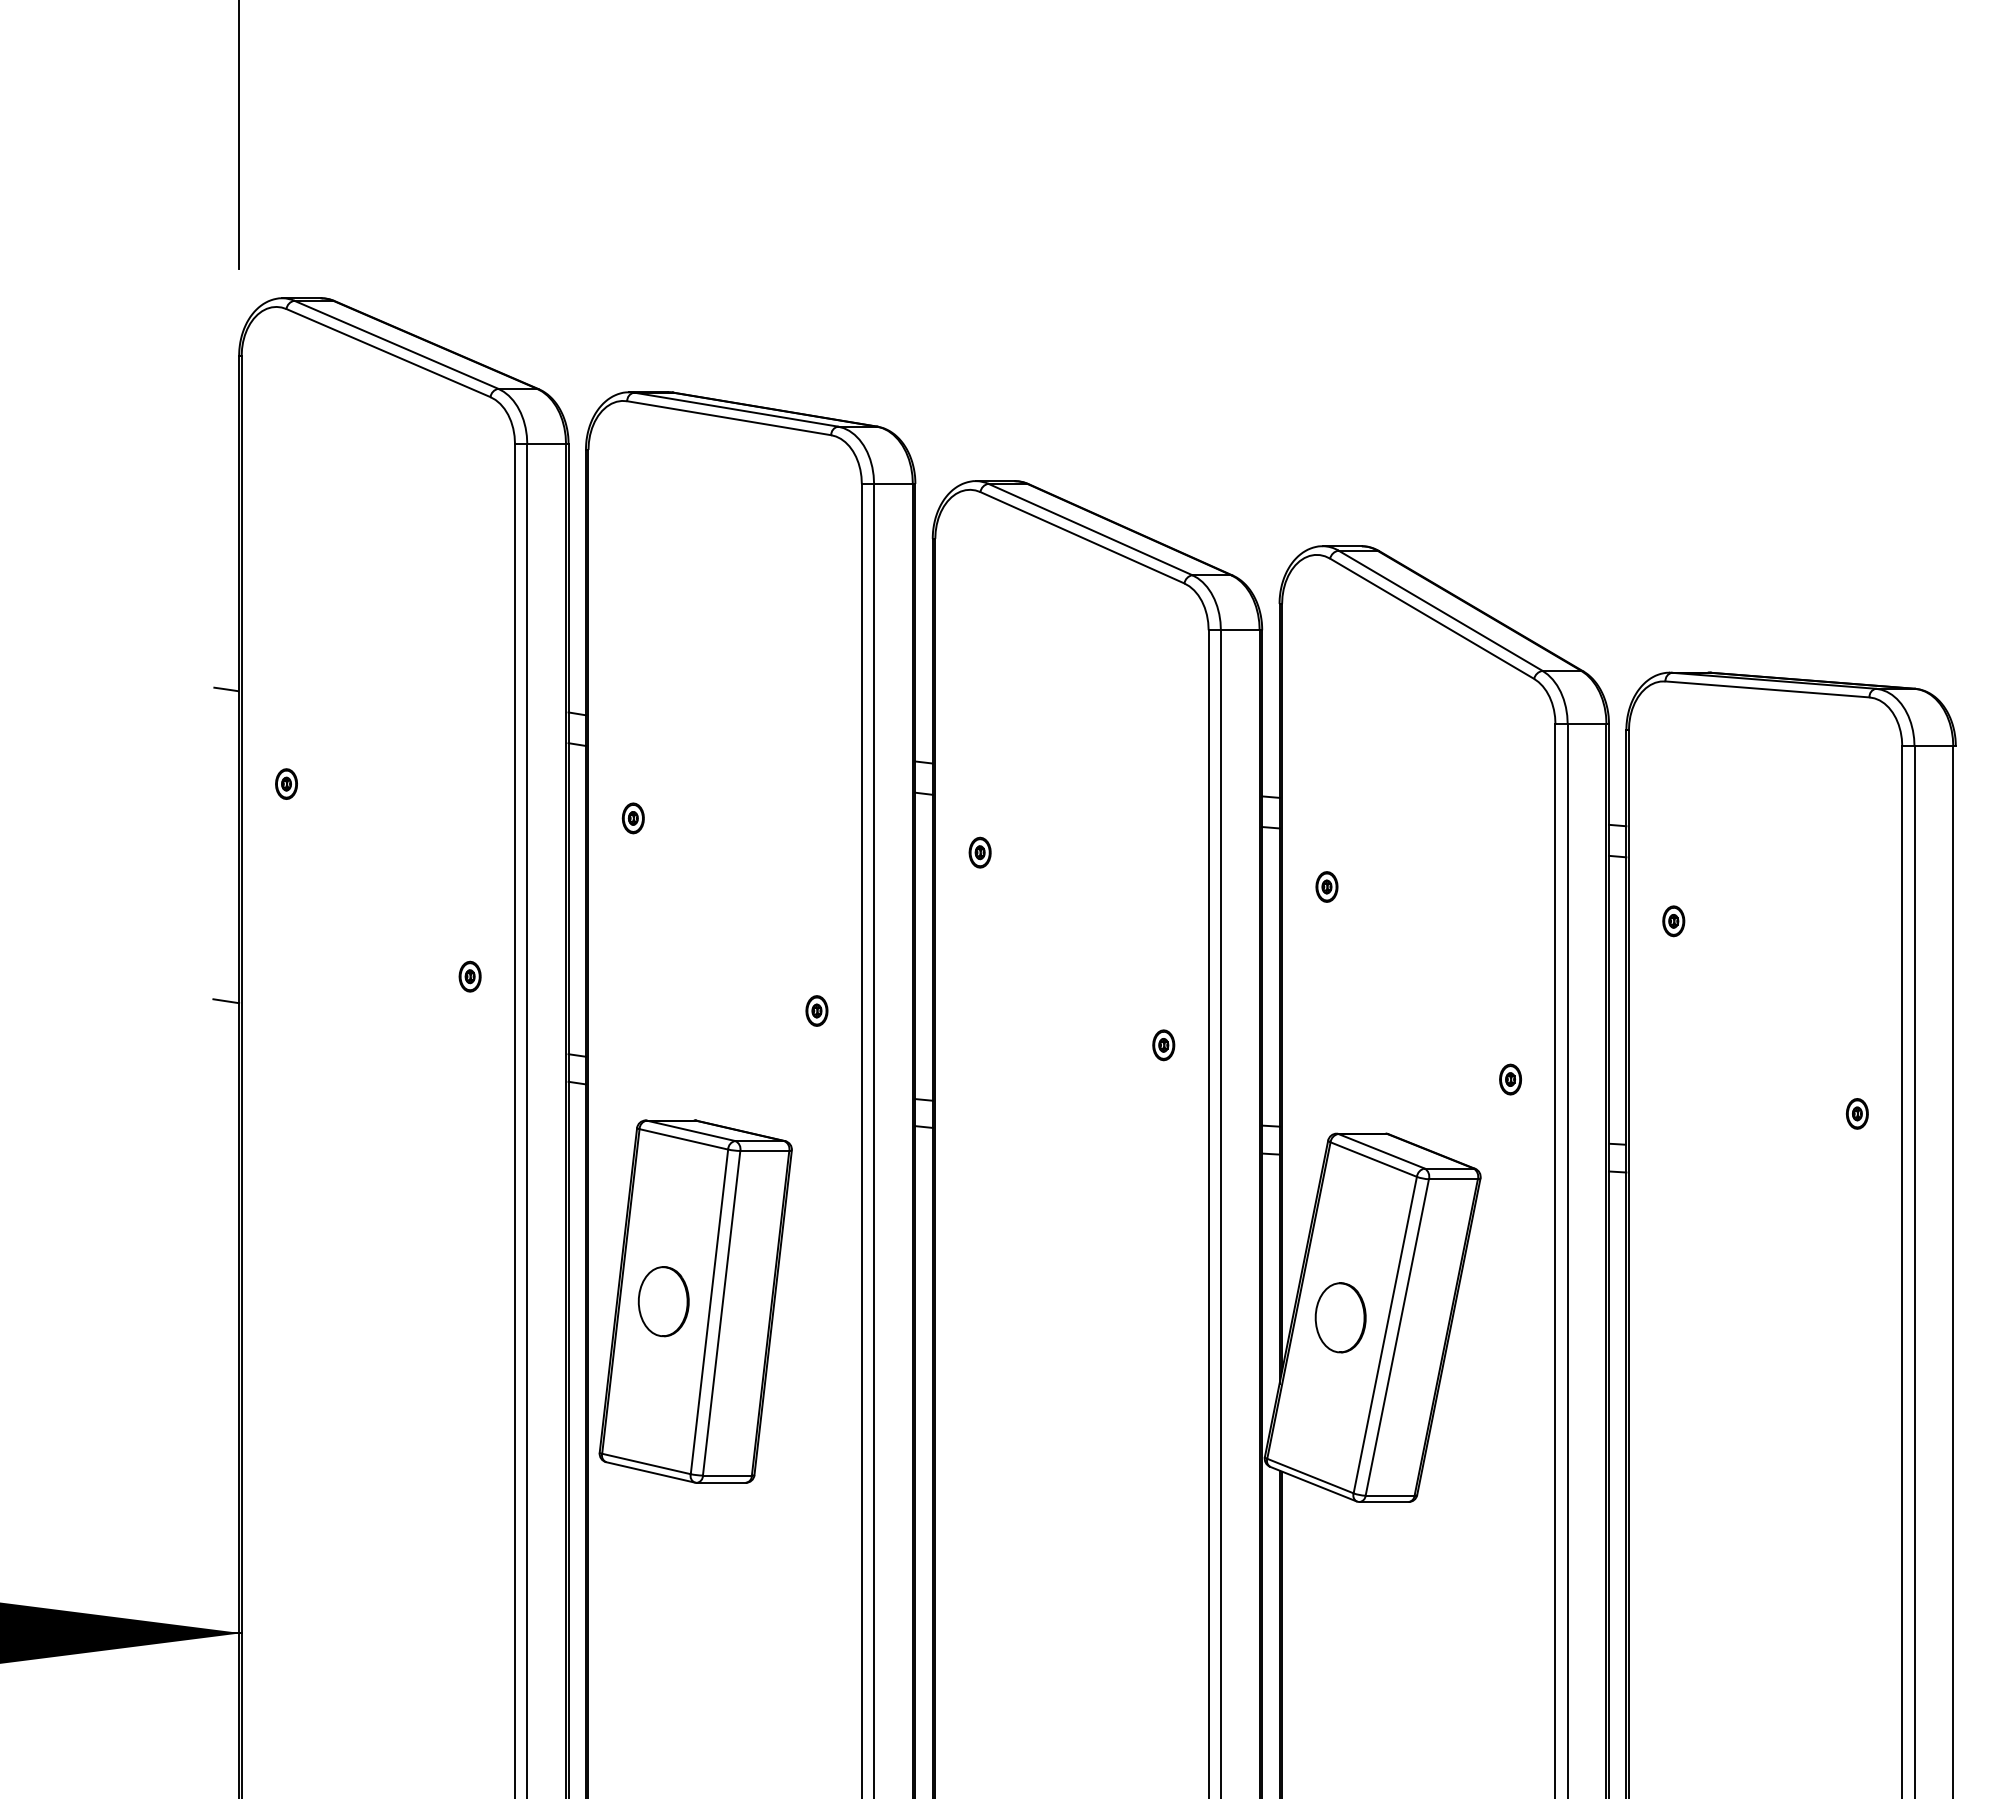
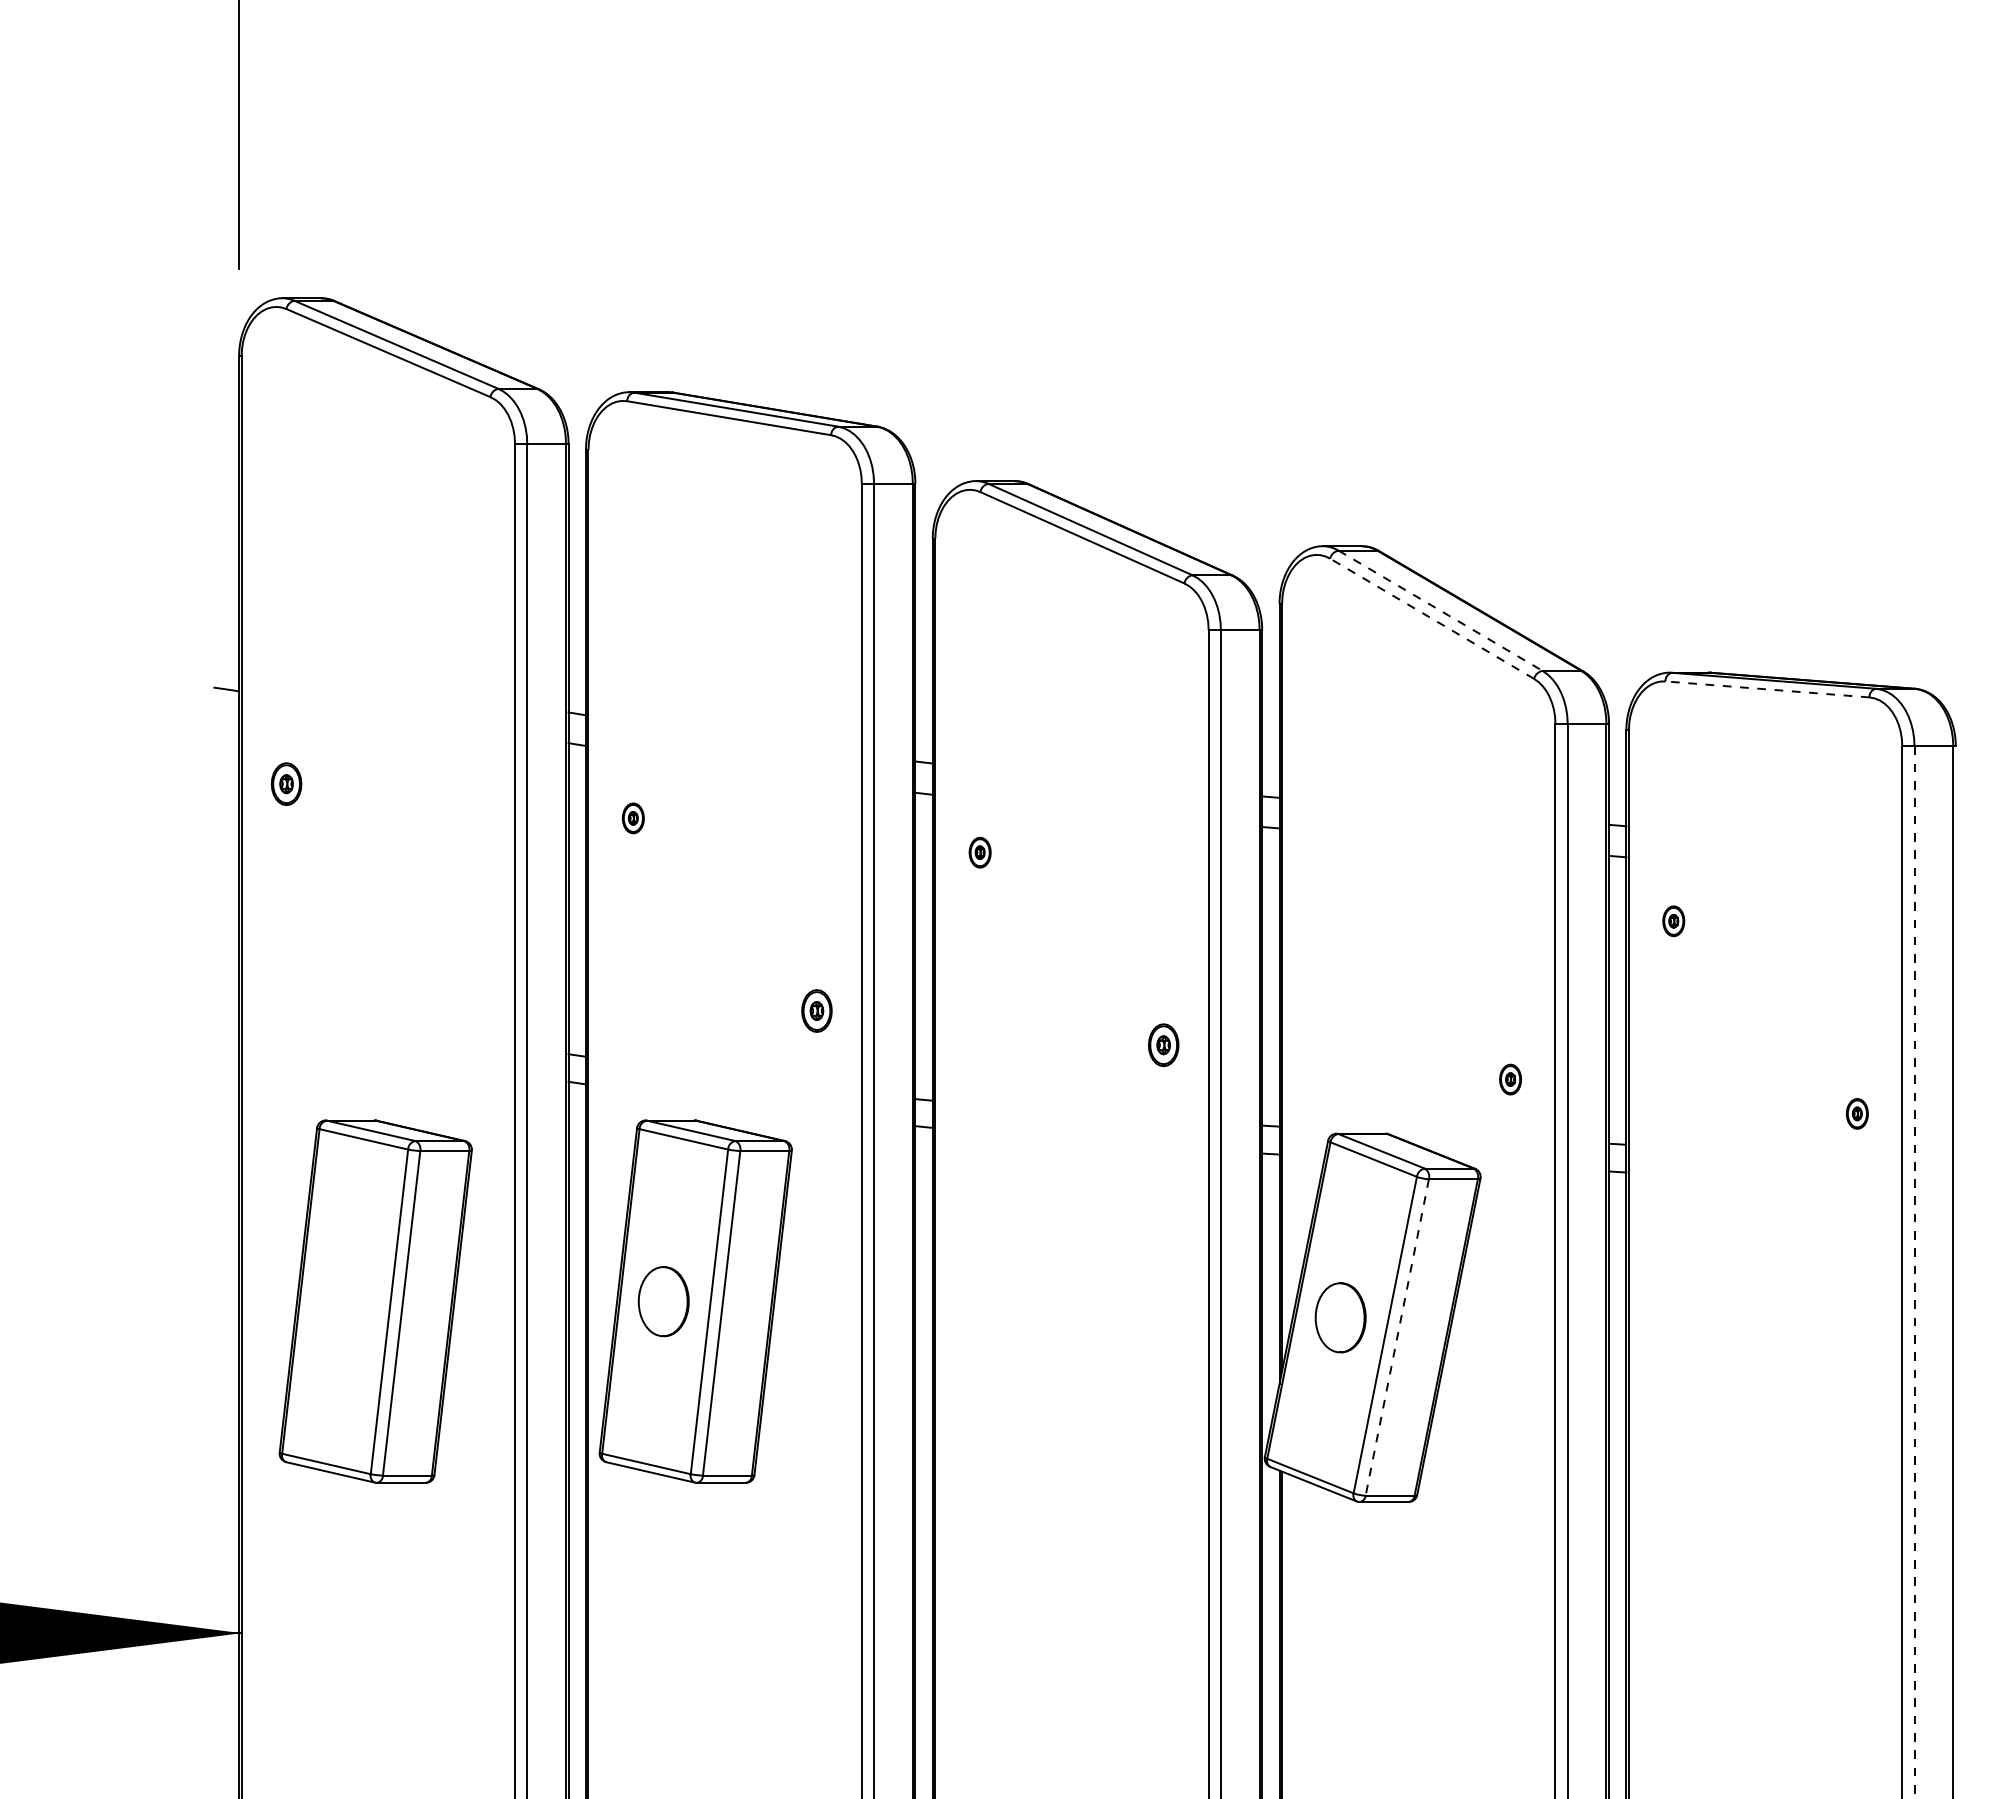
line at (1441, 611): solid -> dashed
line at (1431, 618): solid -> dashed
line at (1767, 689): solid -> dashed
part at (286, 783) size: 23x32 px -> 33x44 px
part at (1326, 886): present -> none
part at (469, 976): present -> none
line at (226, 1001): present -> none
part at (816, 1010) size: 24x32 px -> 32x44 px
part at (1163, 1045) size: 24x33 px -> 32x45 px
line at (1914, 1273): solid -> dashed
part at (375, 1301): none -> present
line at (1397, 1337): solid -> dashed
